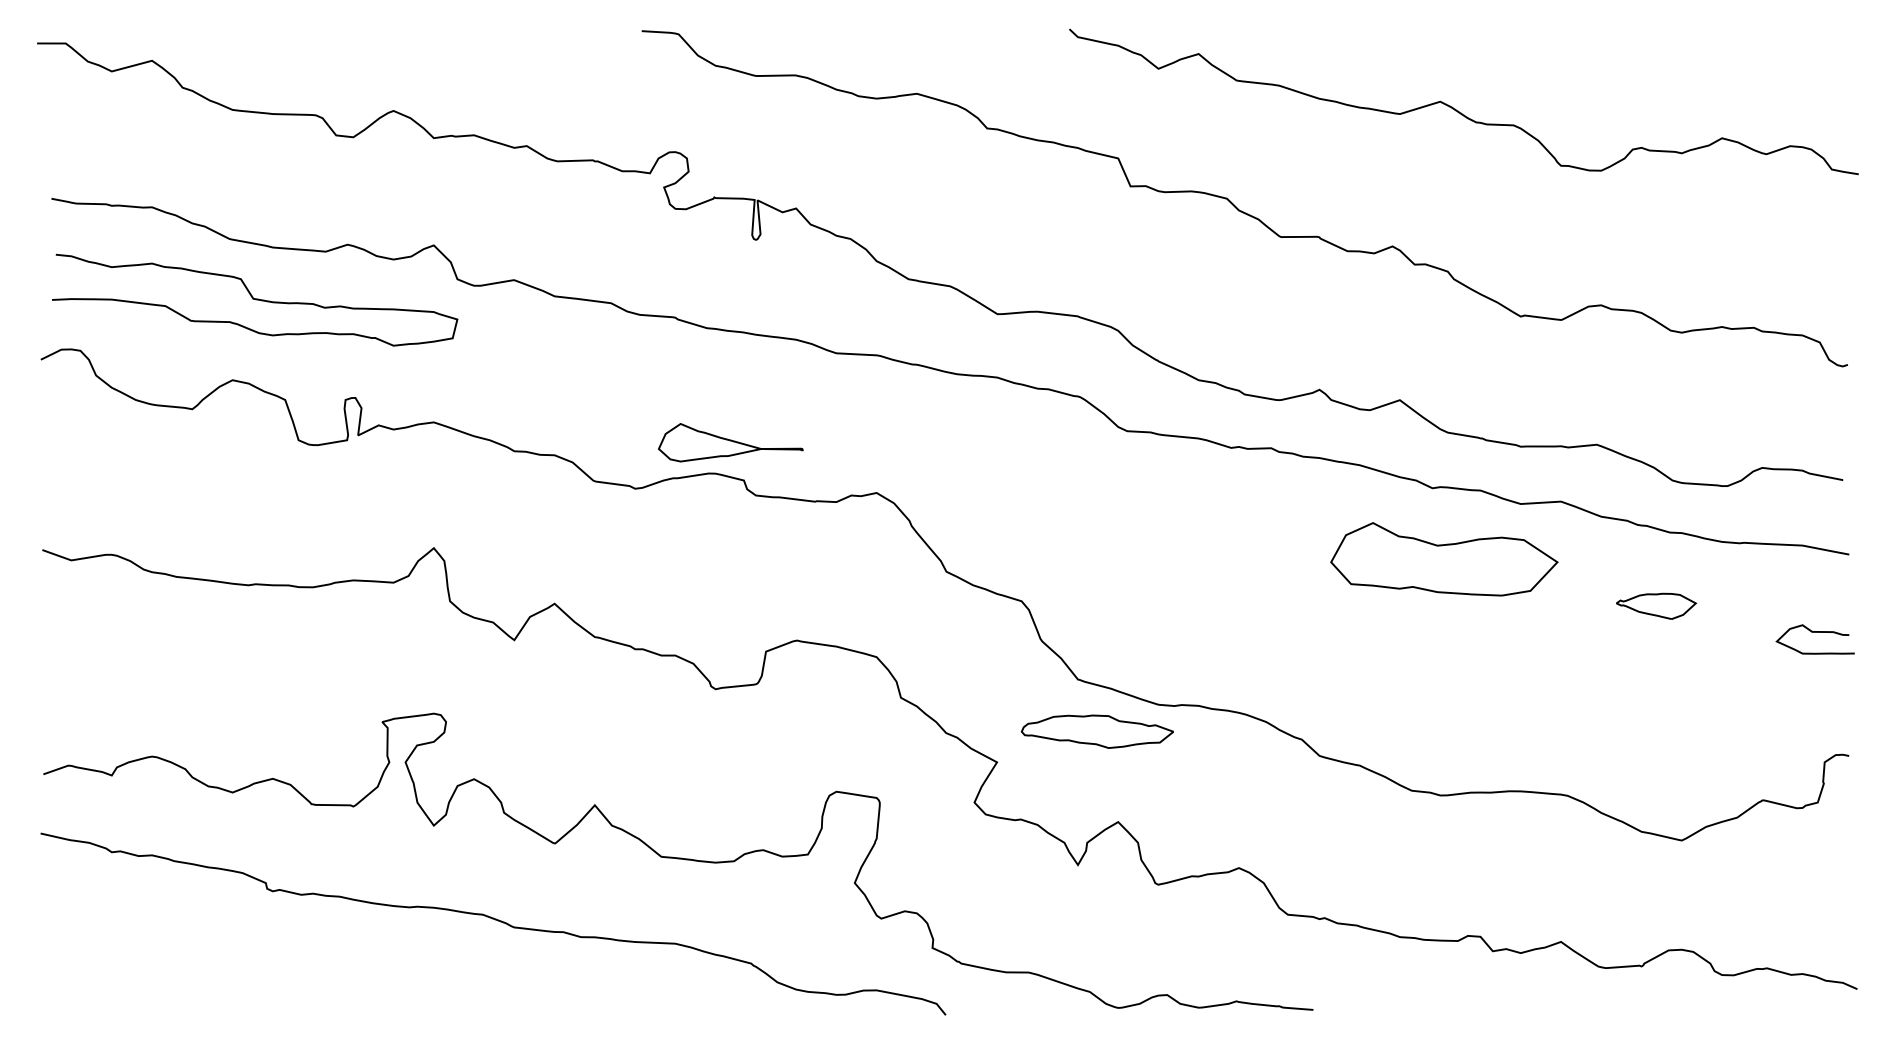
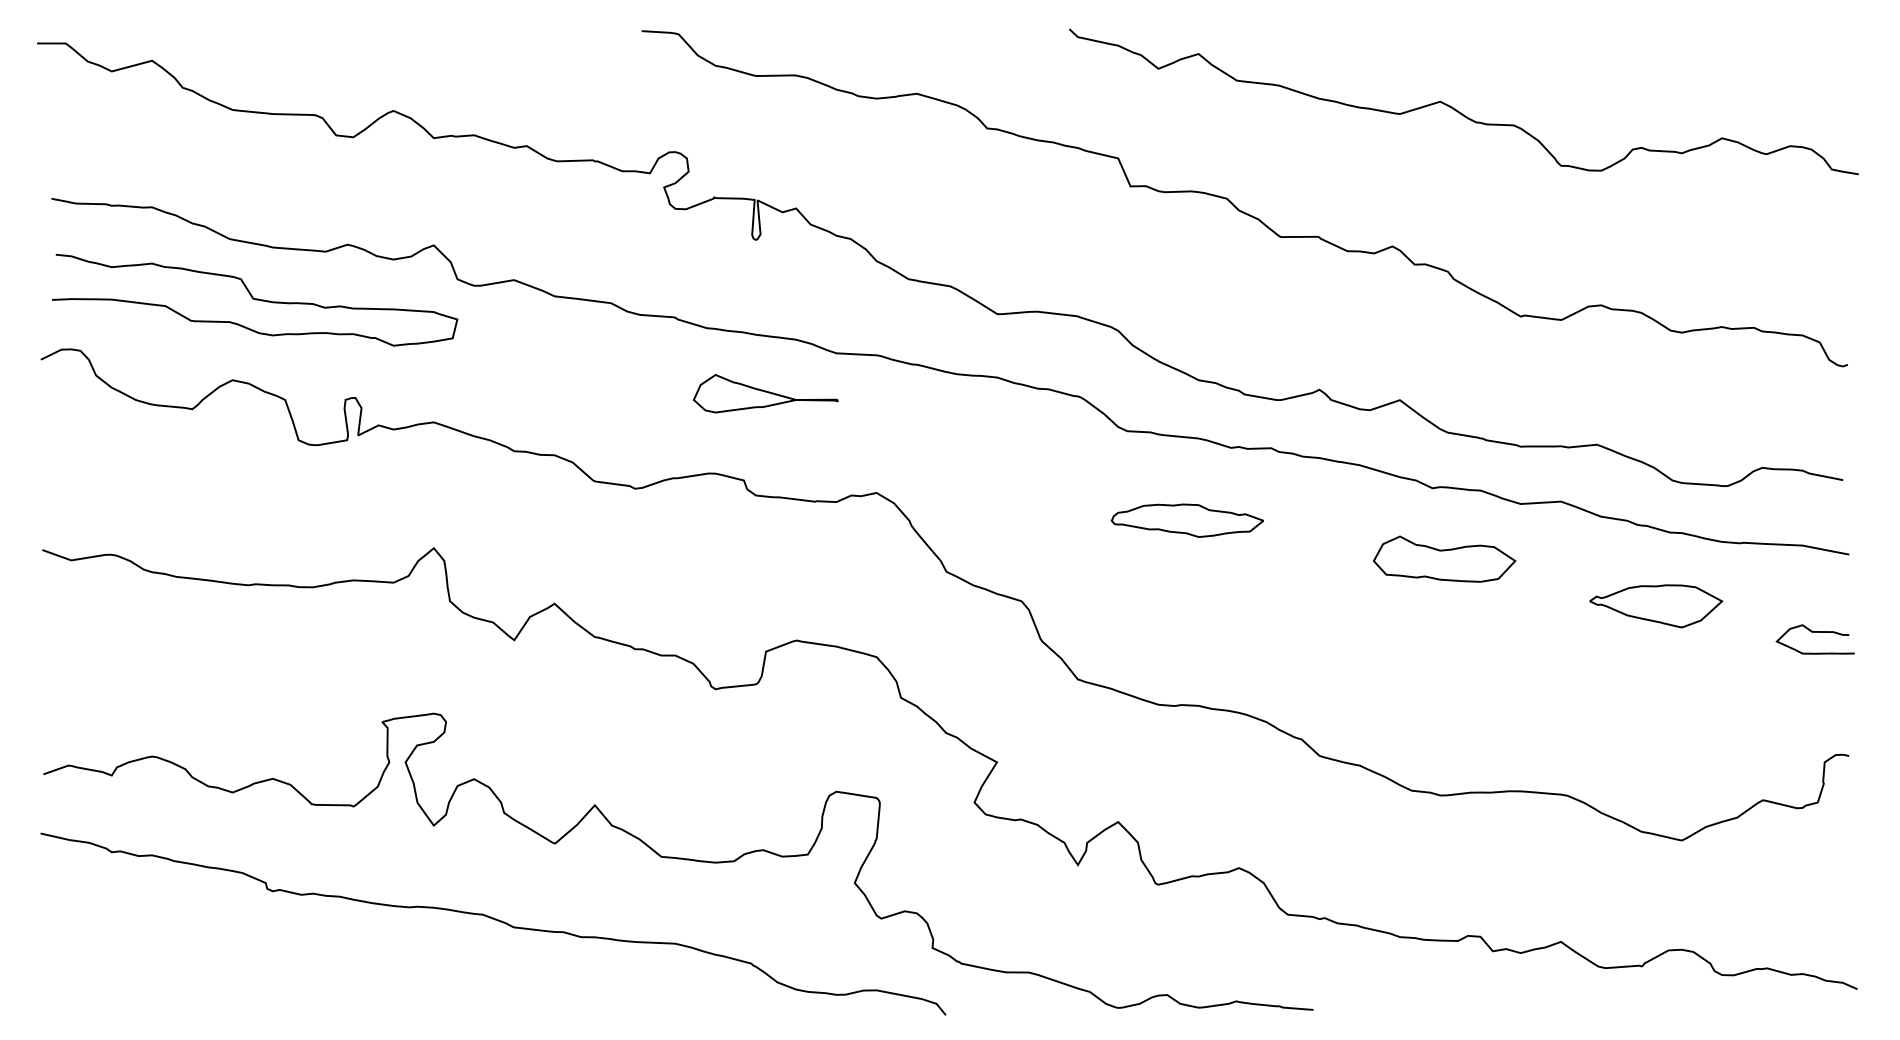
part at (730, 442) position: (730, 442) -> (765, 393)
part at (1444, 559) size: 229x75 px -> 144x48 px
part at (1656, 605) size: 82x28 px -> 135x45 px
part at (1096, 731) position: (1096, 731) -> (1186, 520)
